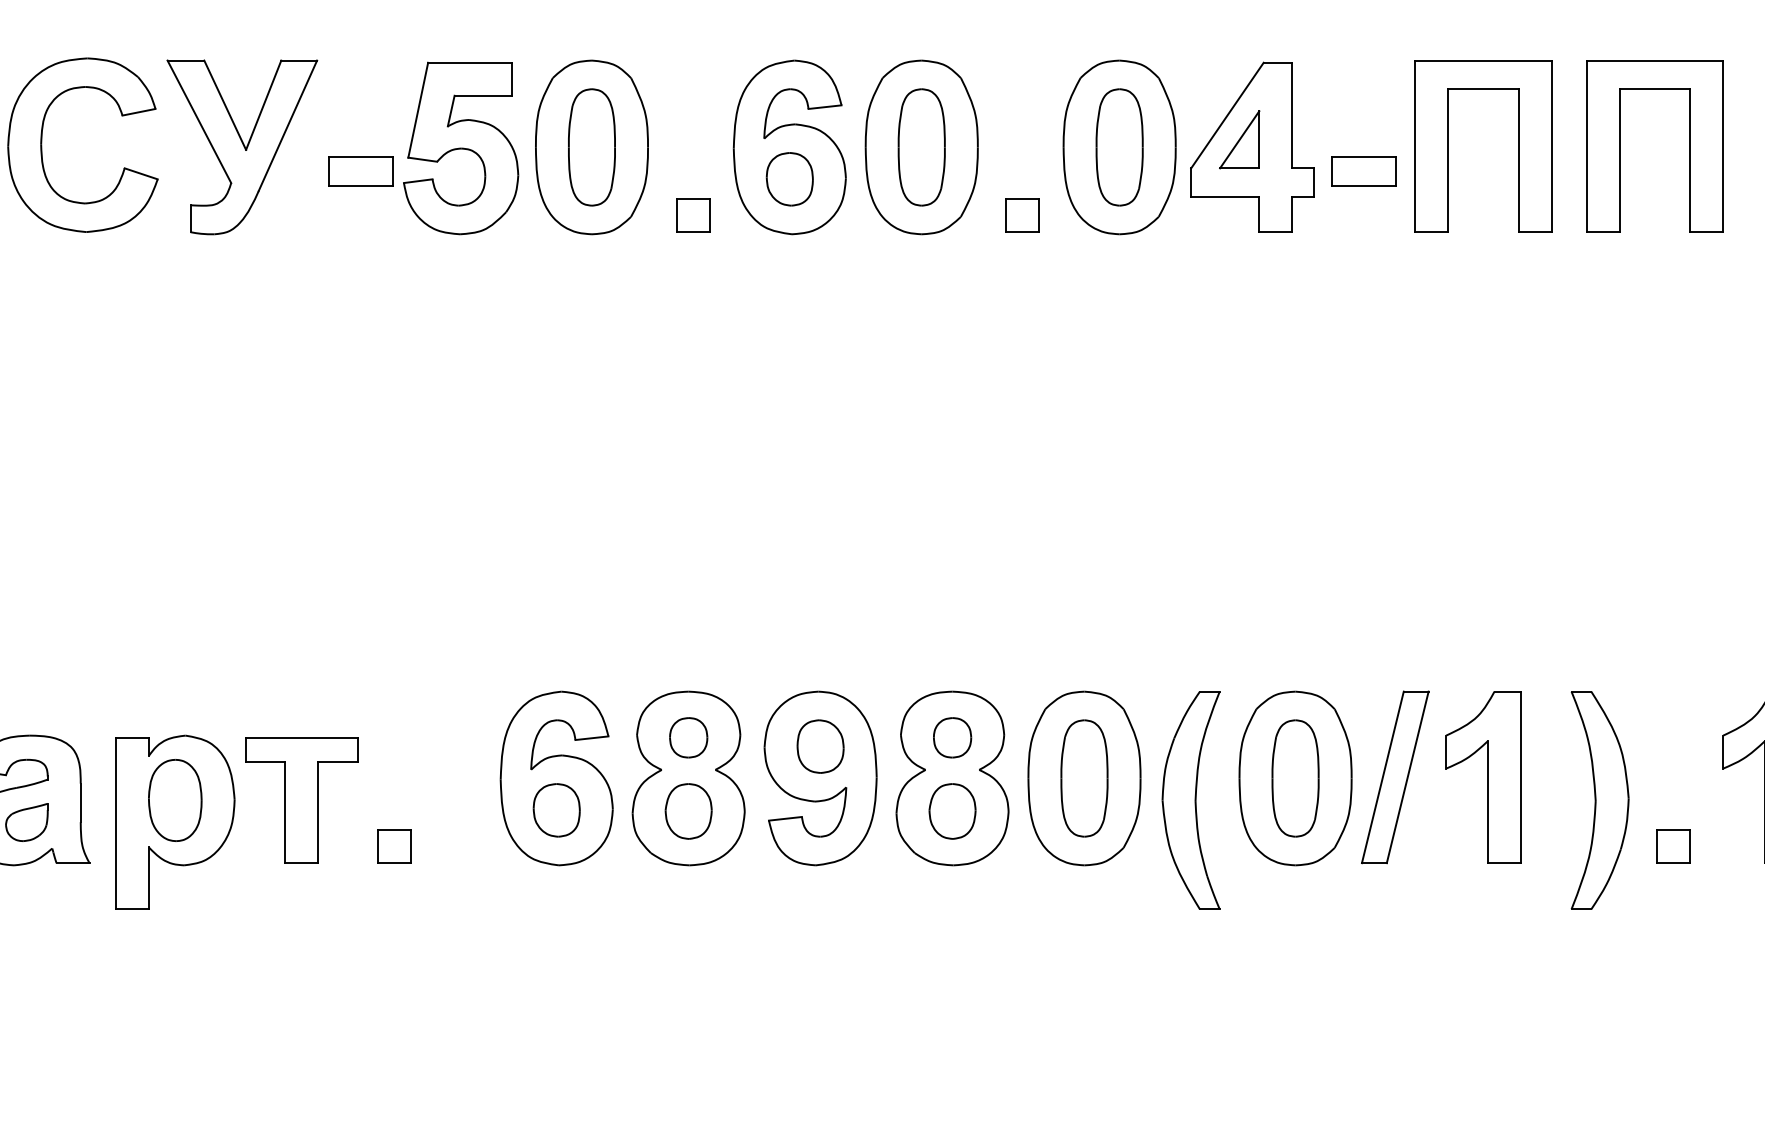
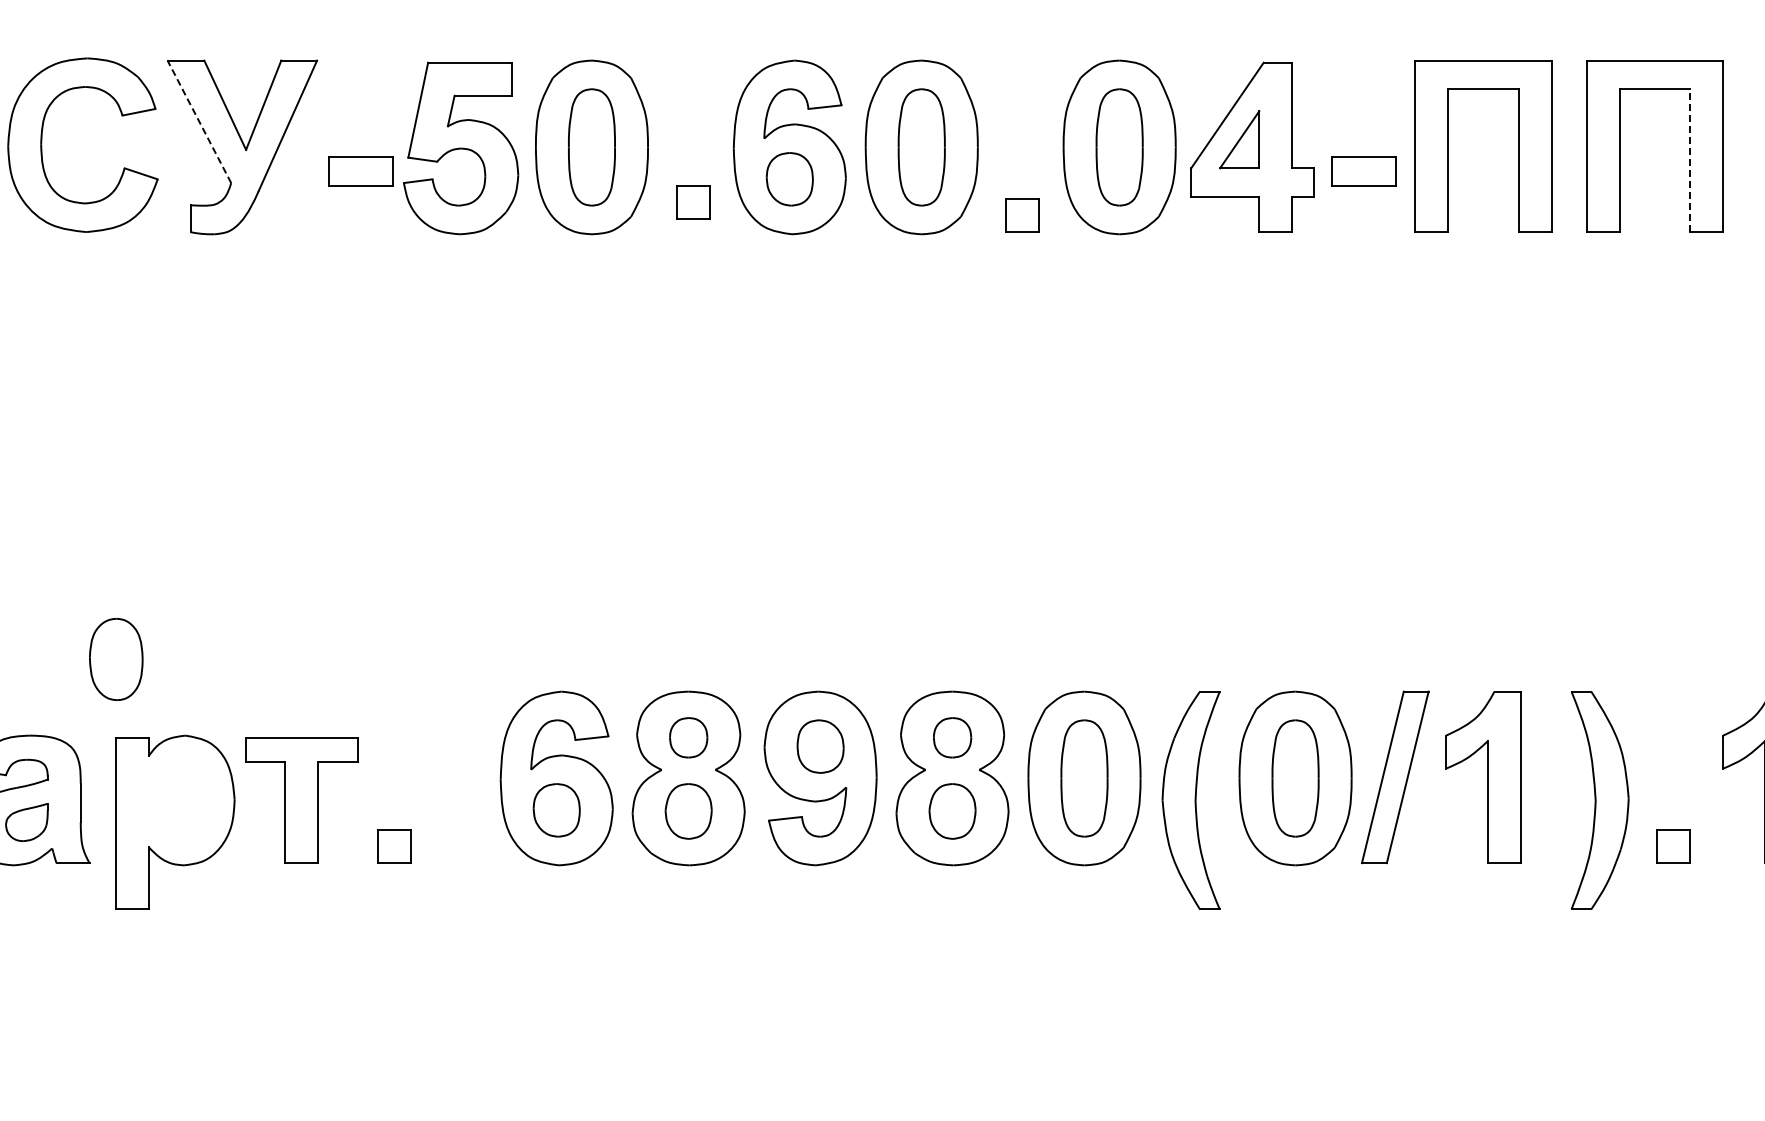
line at (199, 121): solid -> dashed
line at (1690, 160): solid -> dashed
part at (693, 215) position: (693, 215) -> (693, 202)
part at (175, 800) position: (175, 800) -> (116, 659)
